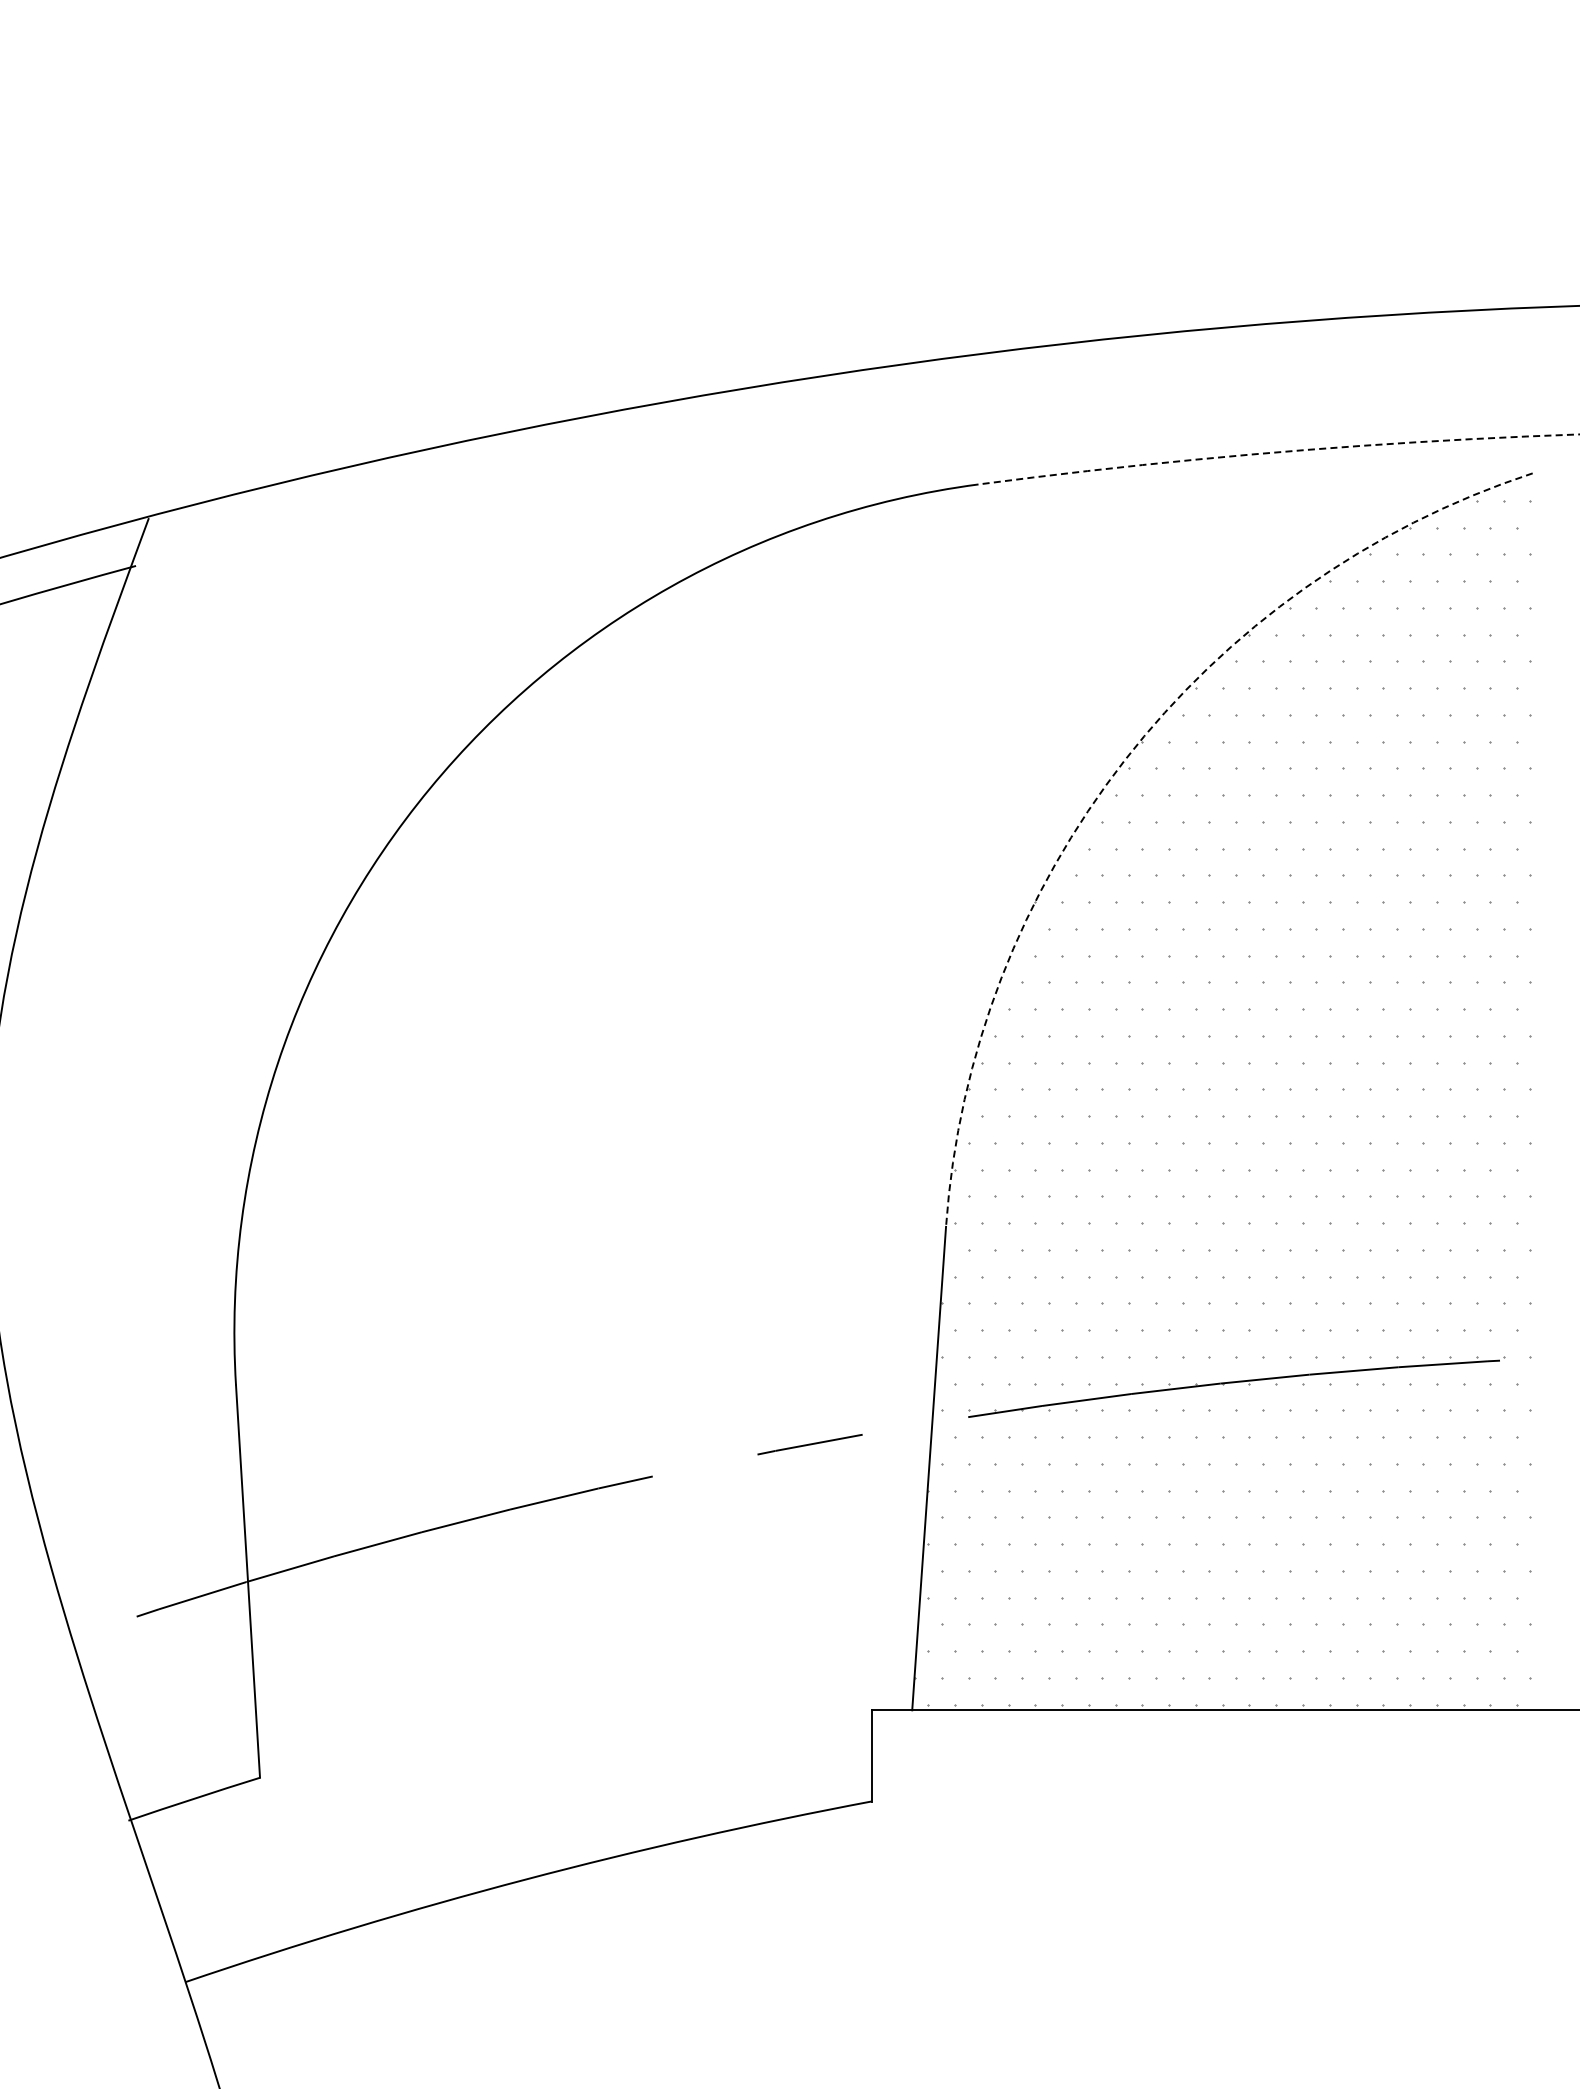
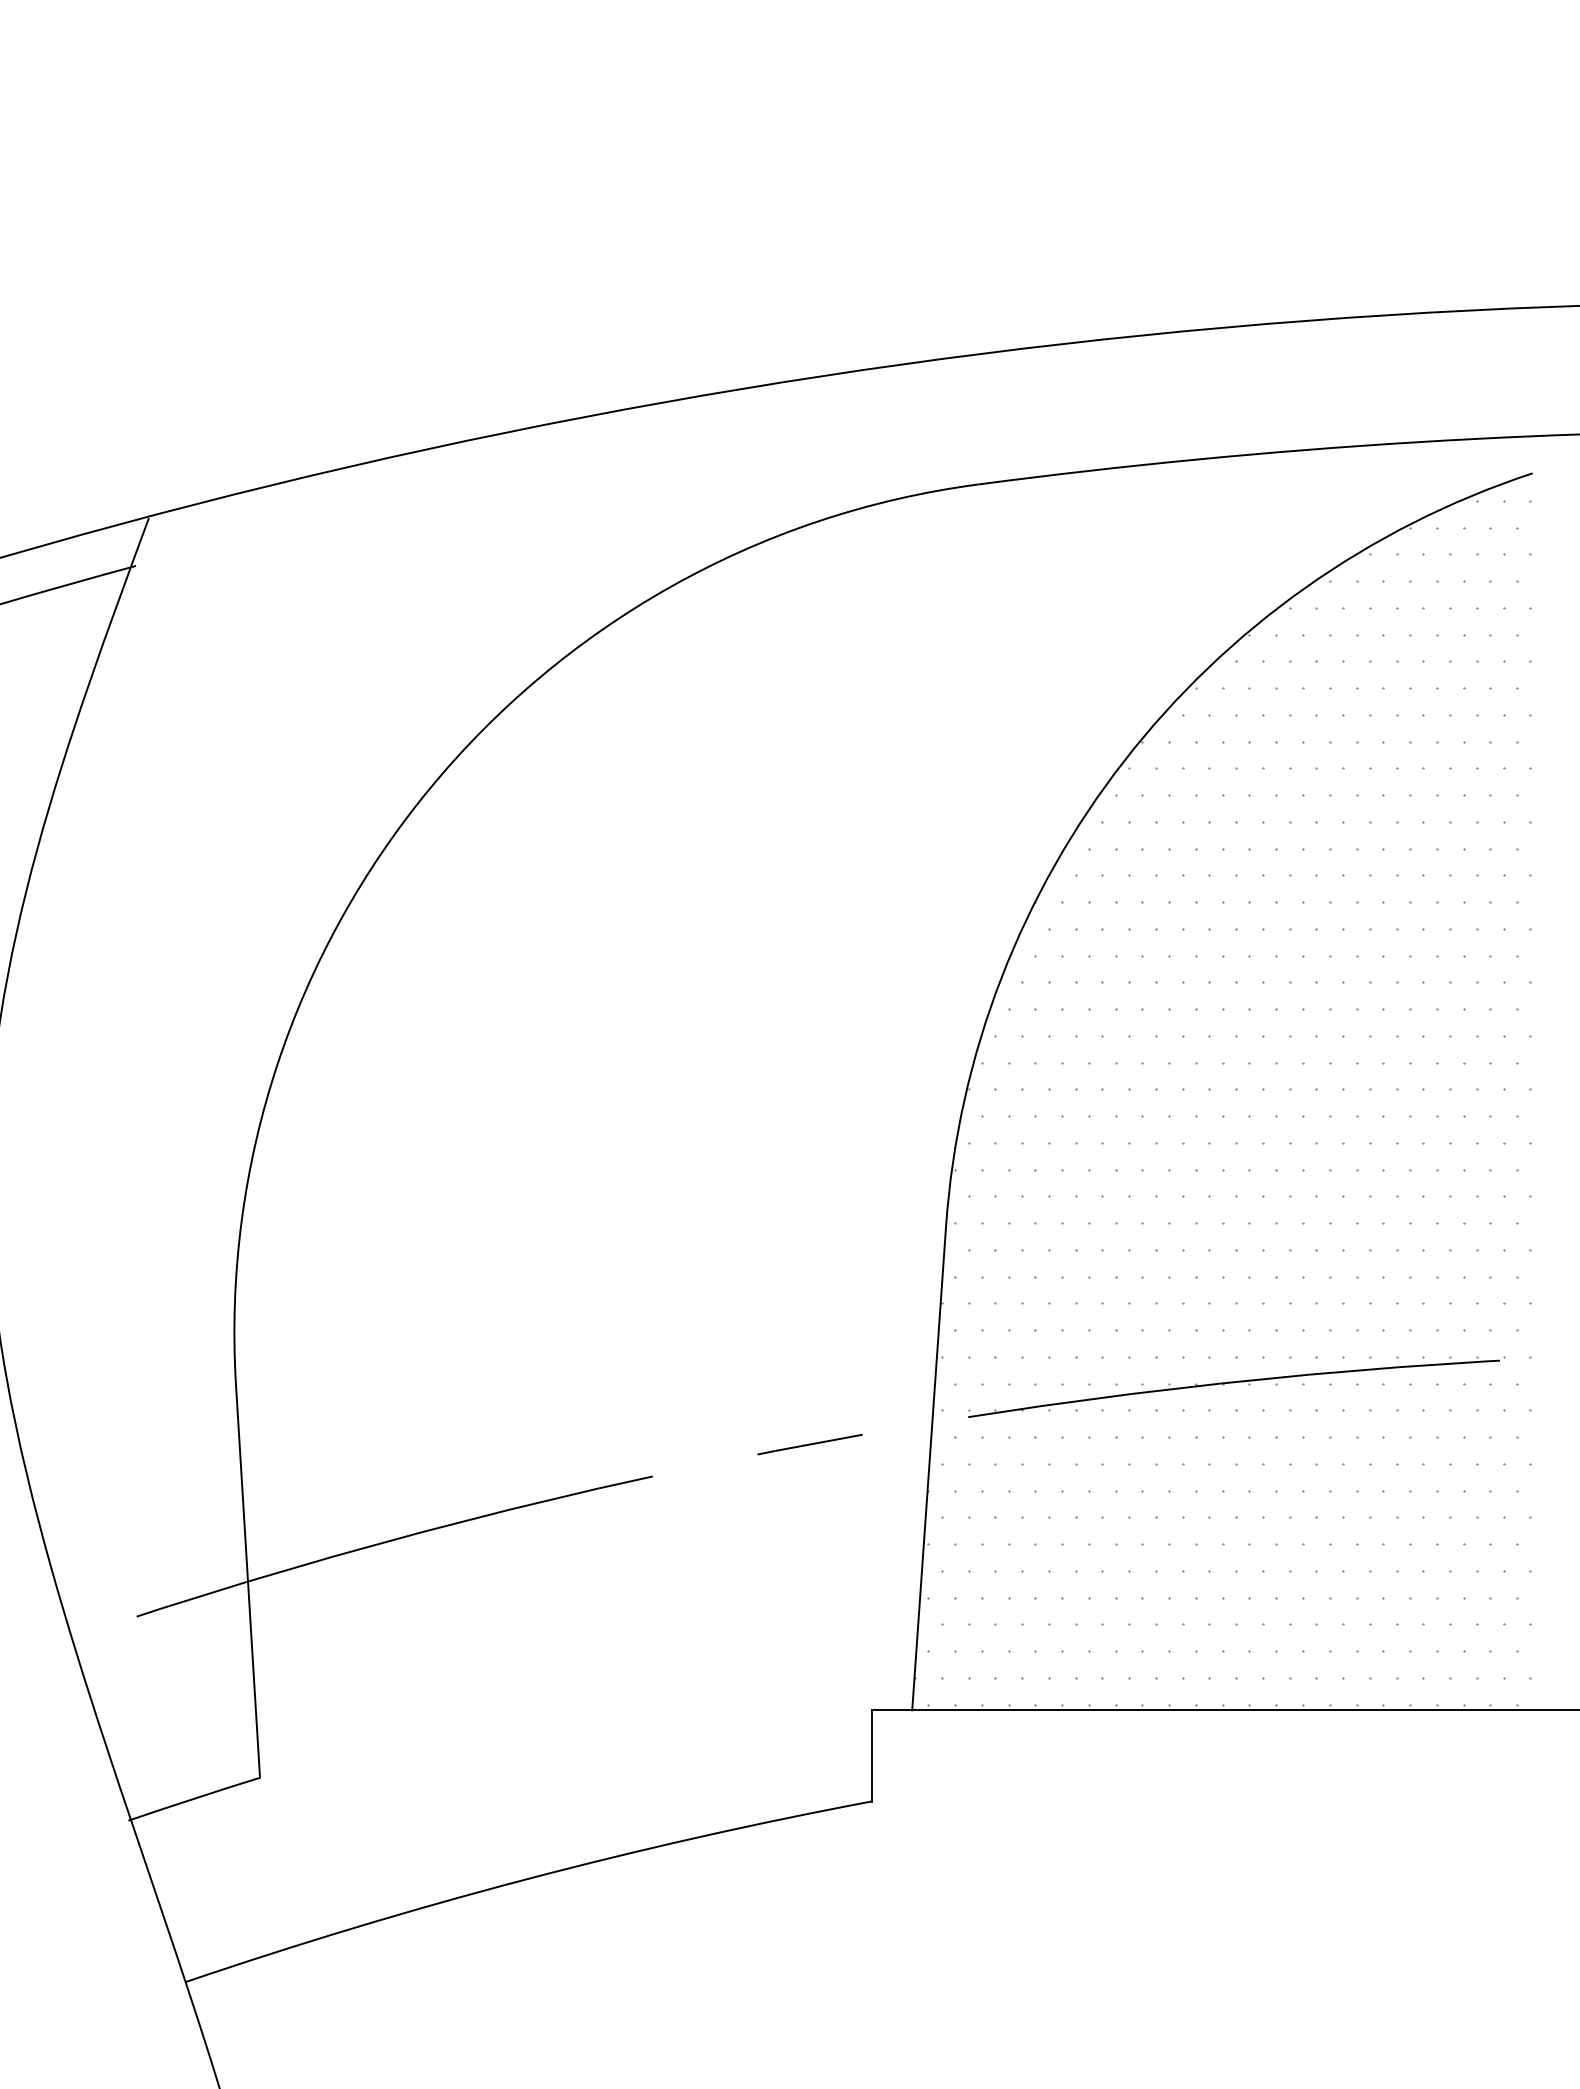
arc at (1277, 452): dashed -> solid
arc at (1124, 760): dashed -> solid
